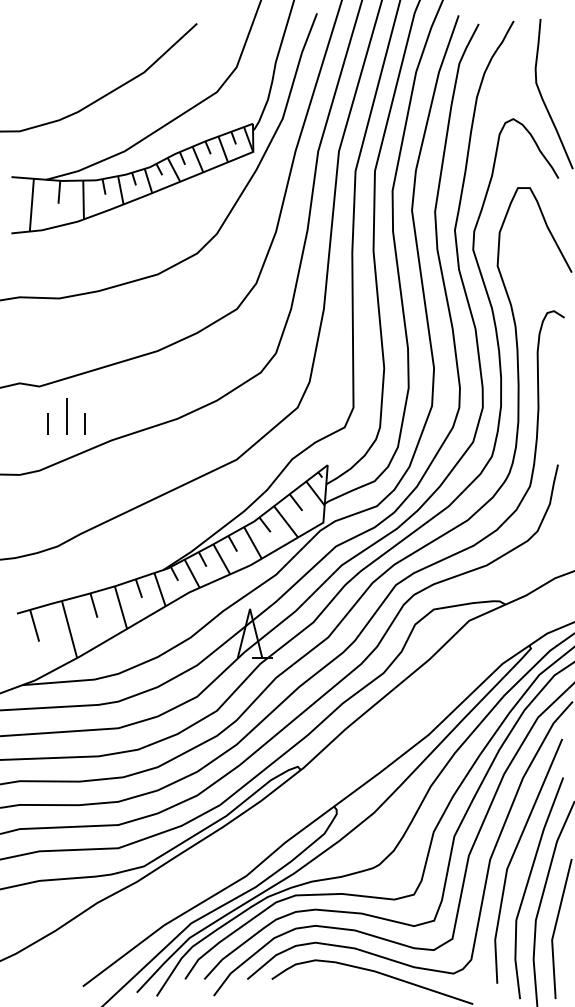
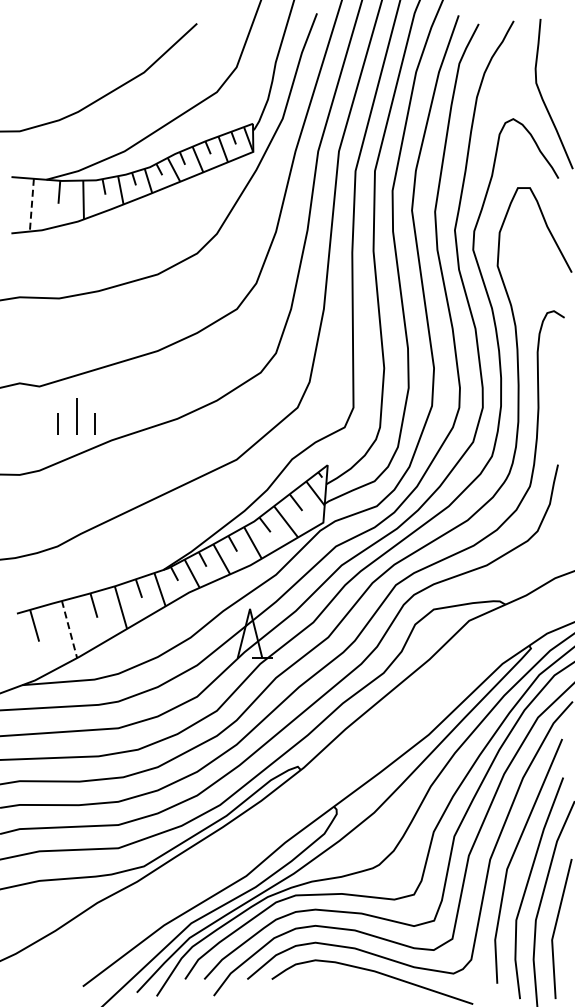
line at (31, 205): solid -> dashed
part at (66, 416) position: (66, 416) -> (76, 416)
line at (69, 629): solid -> dashed
